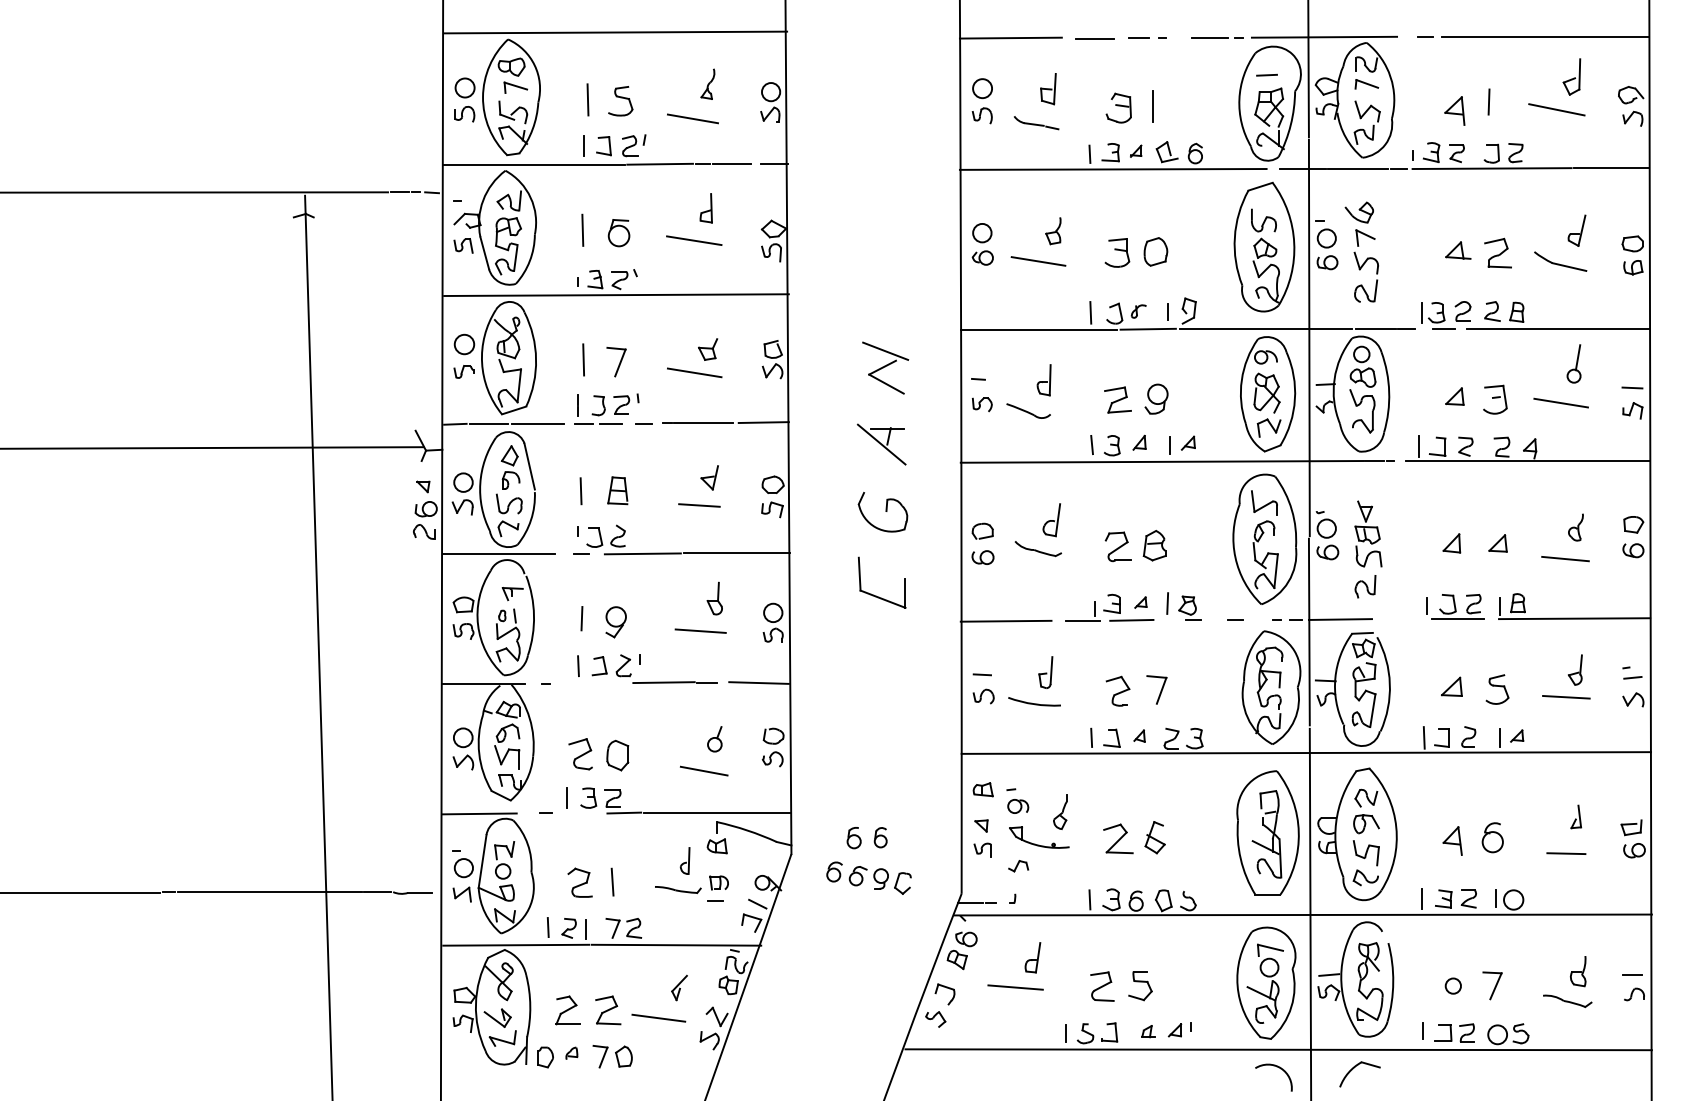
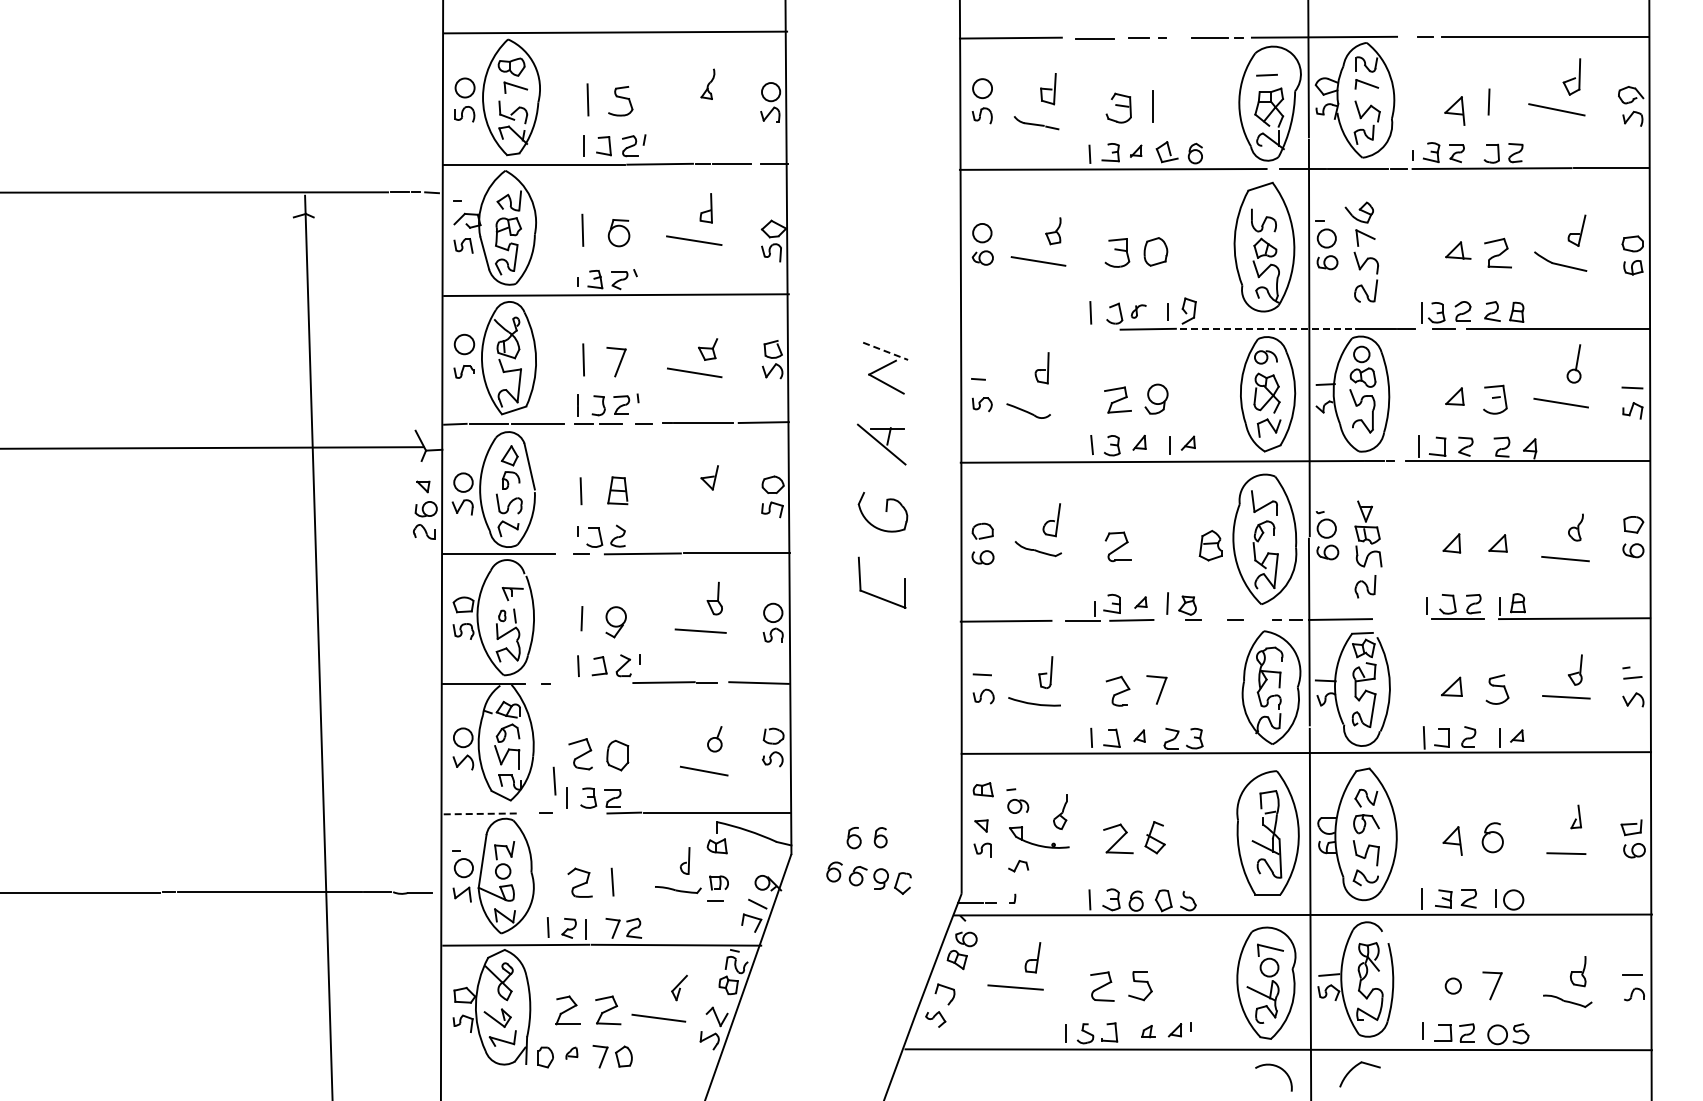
line at (692, 118): present -> none
line at (1266, 328): solid -> dashed
line at (1038, 329): present -> none
line at (886, 351): solid -> dashed
part at (1043, 380) position: (1043, 380) -> (1041, 368)
line at (699, 505): present -> none
part at (1154, 545) position: (1154, 545) -> (1210, 545)
line at (554, 780): none -> present
line at (479, 813): solid -> dashed
